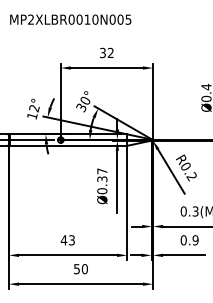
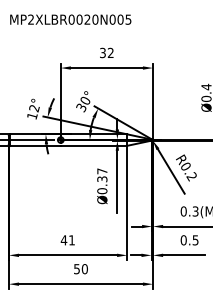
text at (87, 19): MP2XLBR0010N005 -> MP2XLBR0020N005
text at (71, 240): 43 -> 41
text at (195, 240): 0.9 -> 0.5
